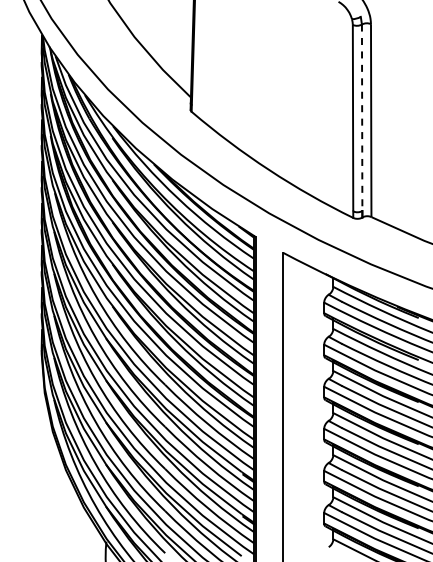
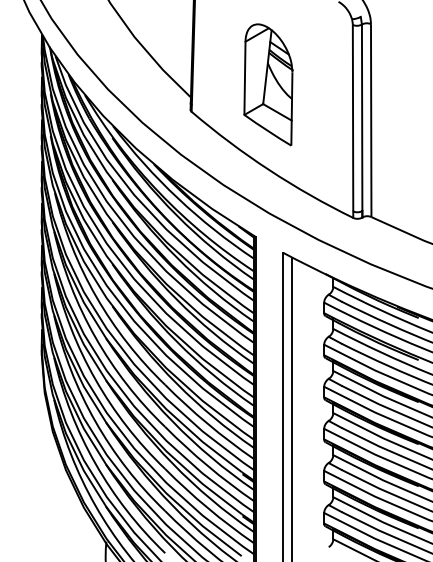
part at (268, 84): none -> present
line at (362, 117): dashed -> solid
line at (292, 407): none -> present
